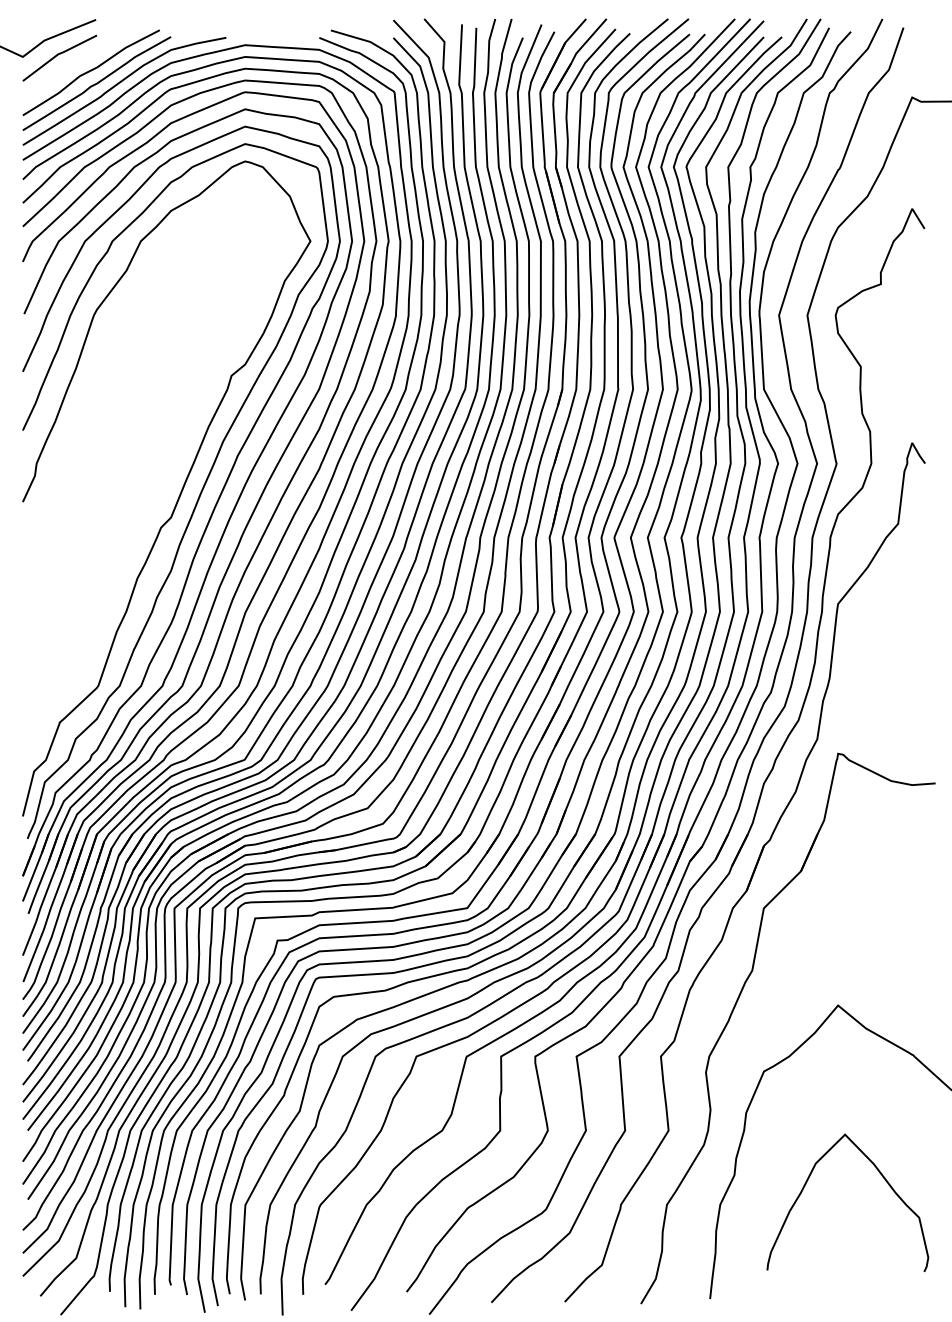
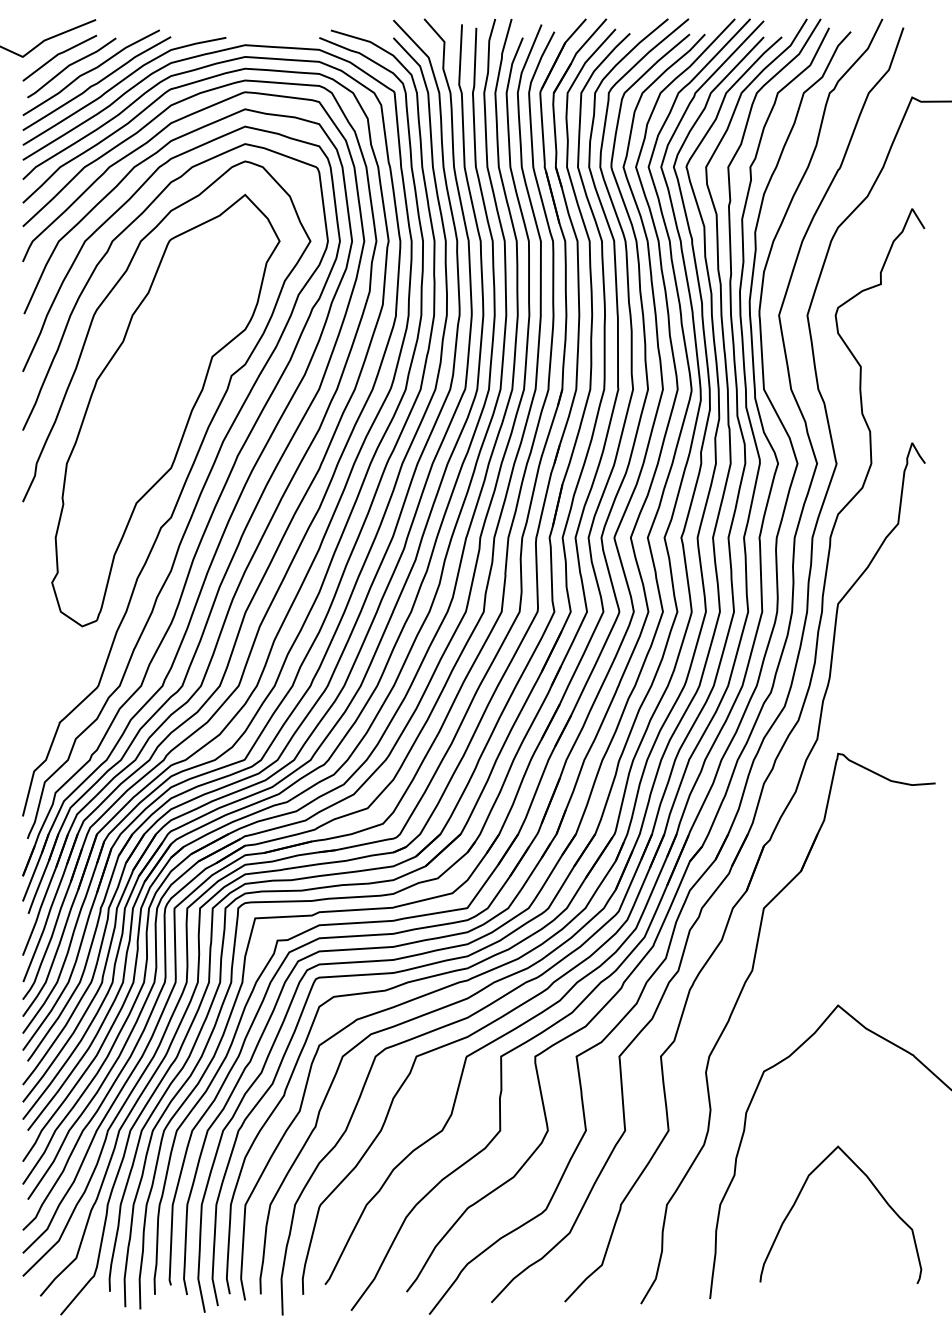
line at (71, 65): none -> present
part at (165, 410): none -> present
curve at (882, 1177) position: (882, 1177) -> (875, 1189)
